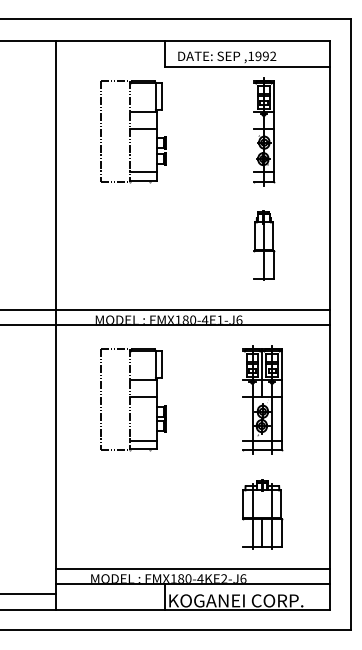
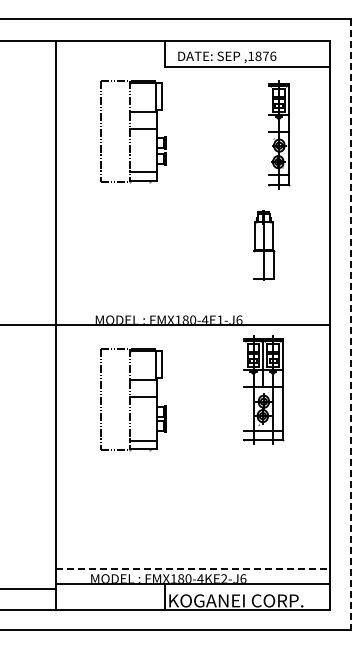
text at (265, 56): ,1992 -> ,1876
part at (264, 131) position: (264, 131) -> (279, 134)
line at (165, 309): present -> none
line at (351, 325): solid -> dashed
part at (262, 399) position: (262, 399) -> (263, 389)
part at (262, 514): present -> none
line at (192, 568): solid -> dashed
line at (28, 594) position: (28, 594) -> (28, 589)
